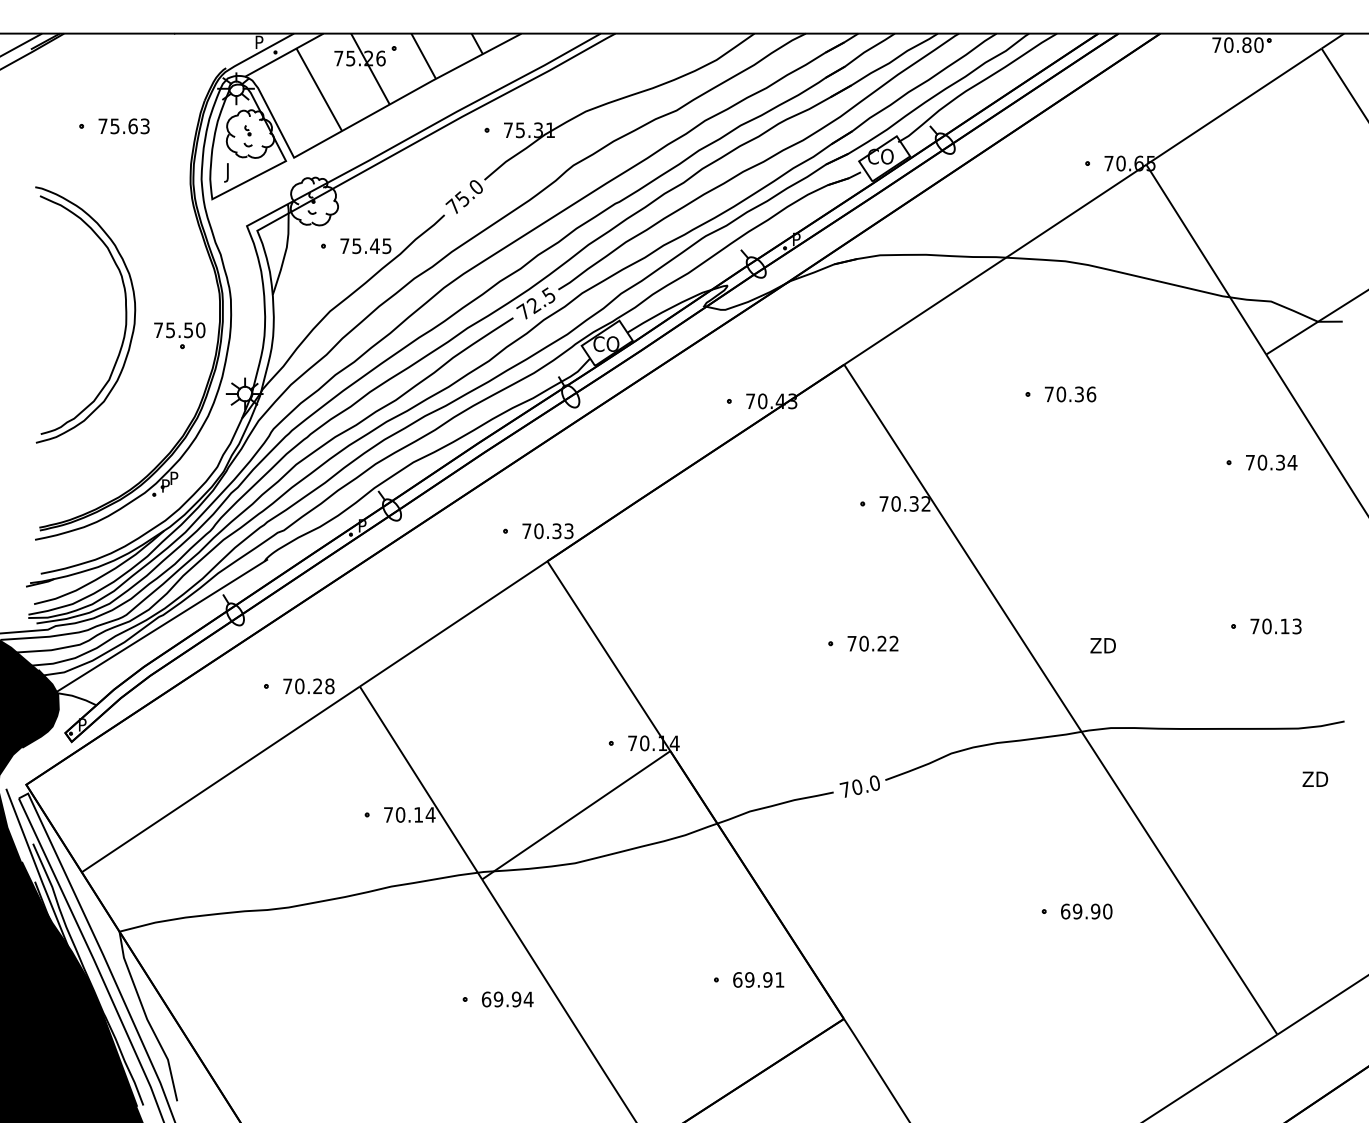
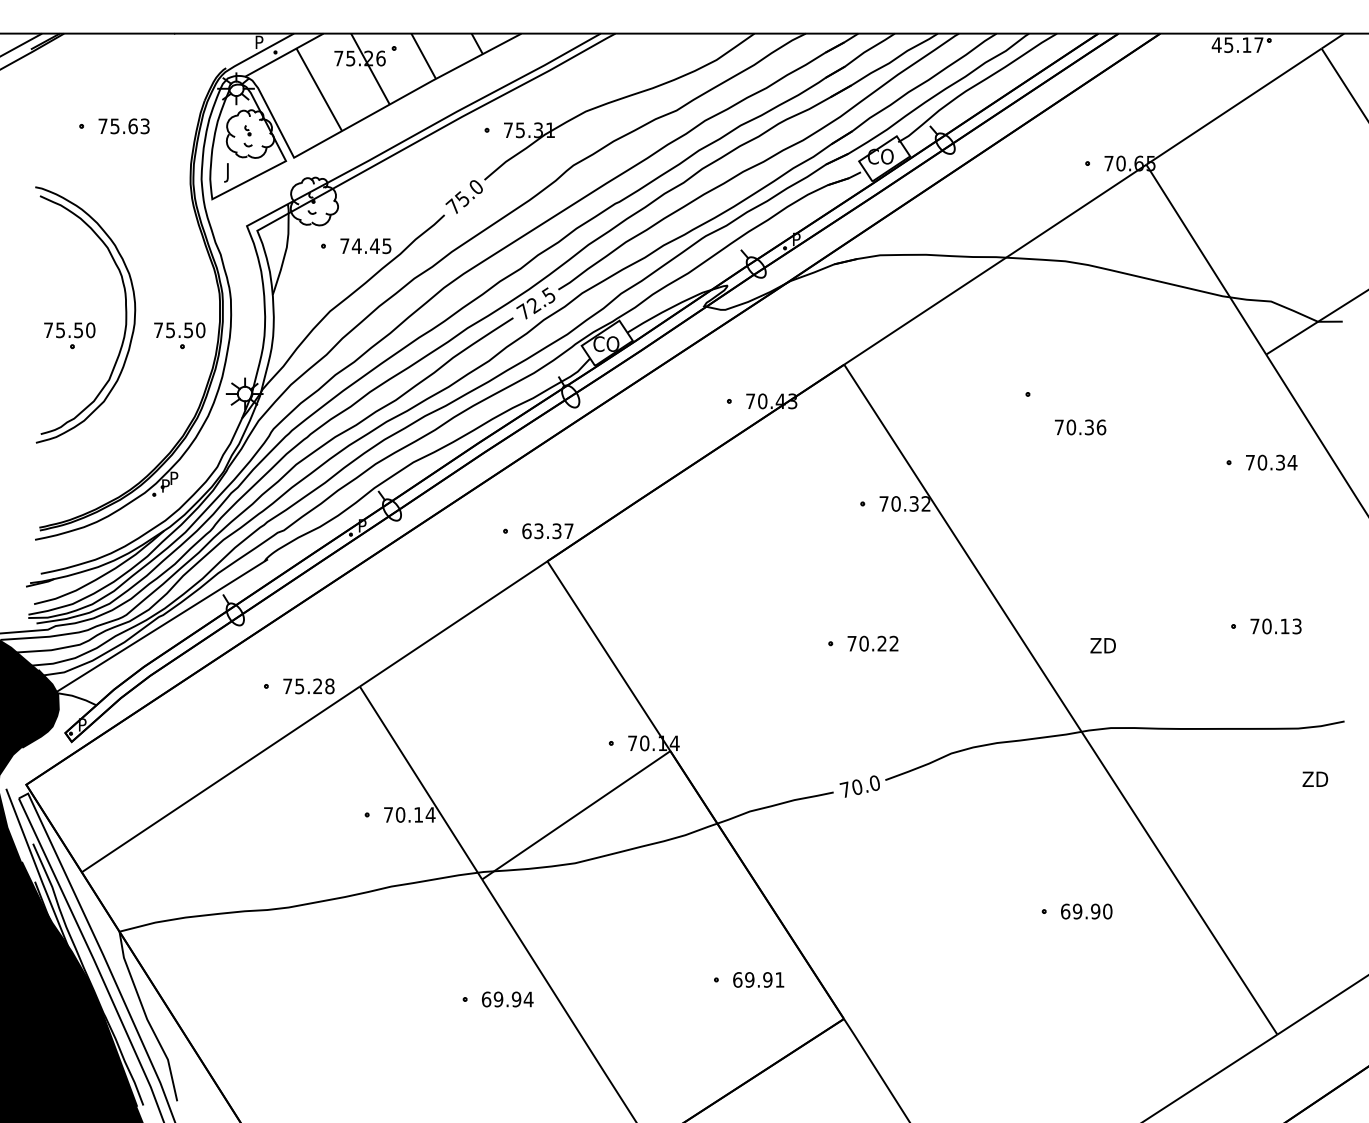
text at (1237, 44): 70.80 -> 45.17
text at (356, 246): 75.45 -> 74.45
part at (69, 335): none -> present
text at (1070, 394) position: (1070, 394) -> (1080, 427)
text at (547, 531): 70.33 -> 63.37
text at (299, 686): 70.28 -> 75.28
